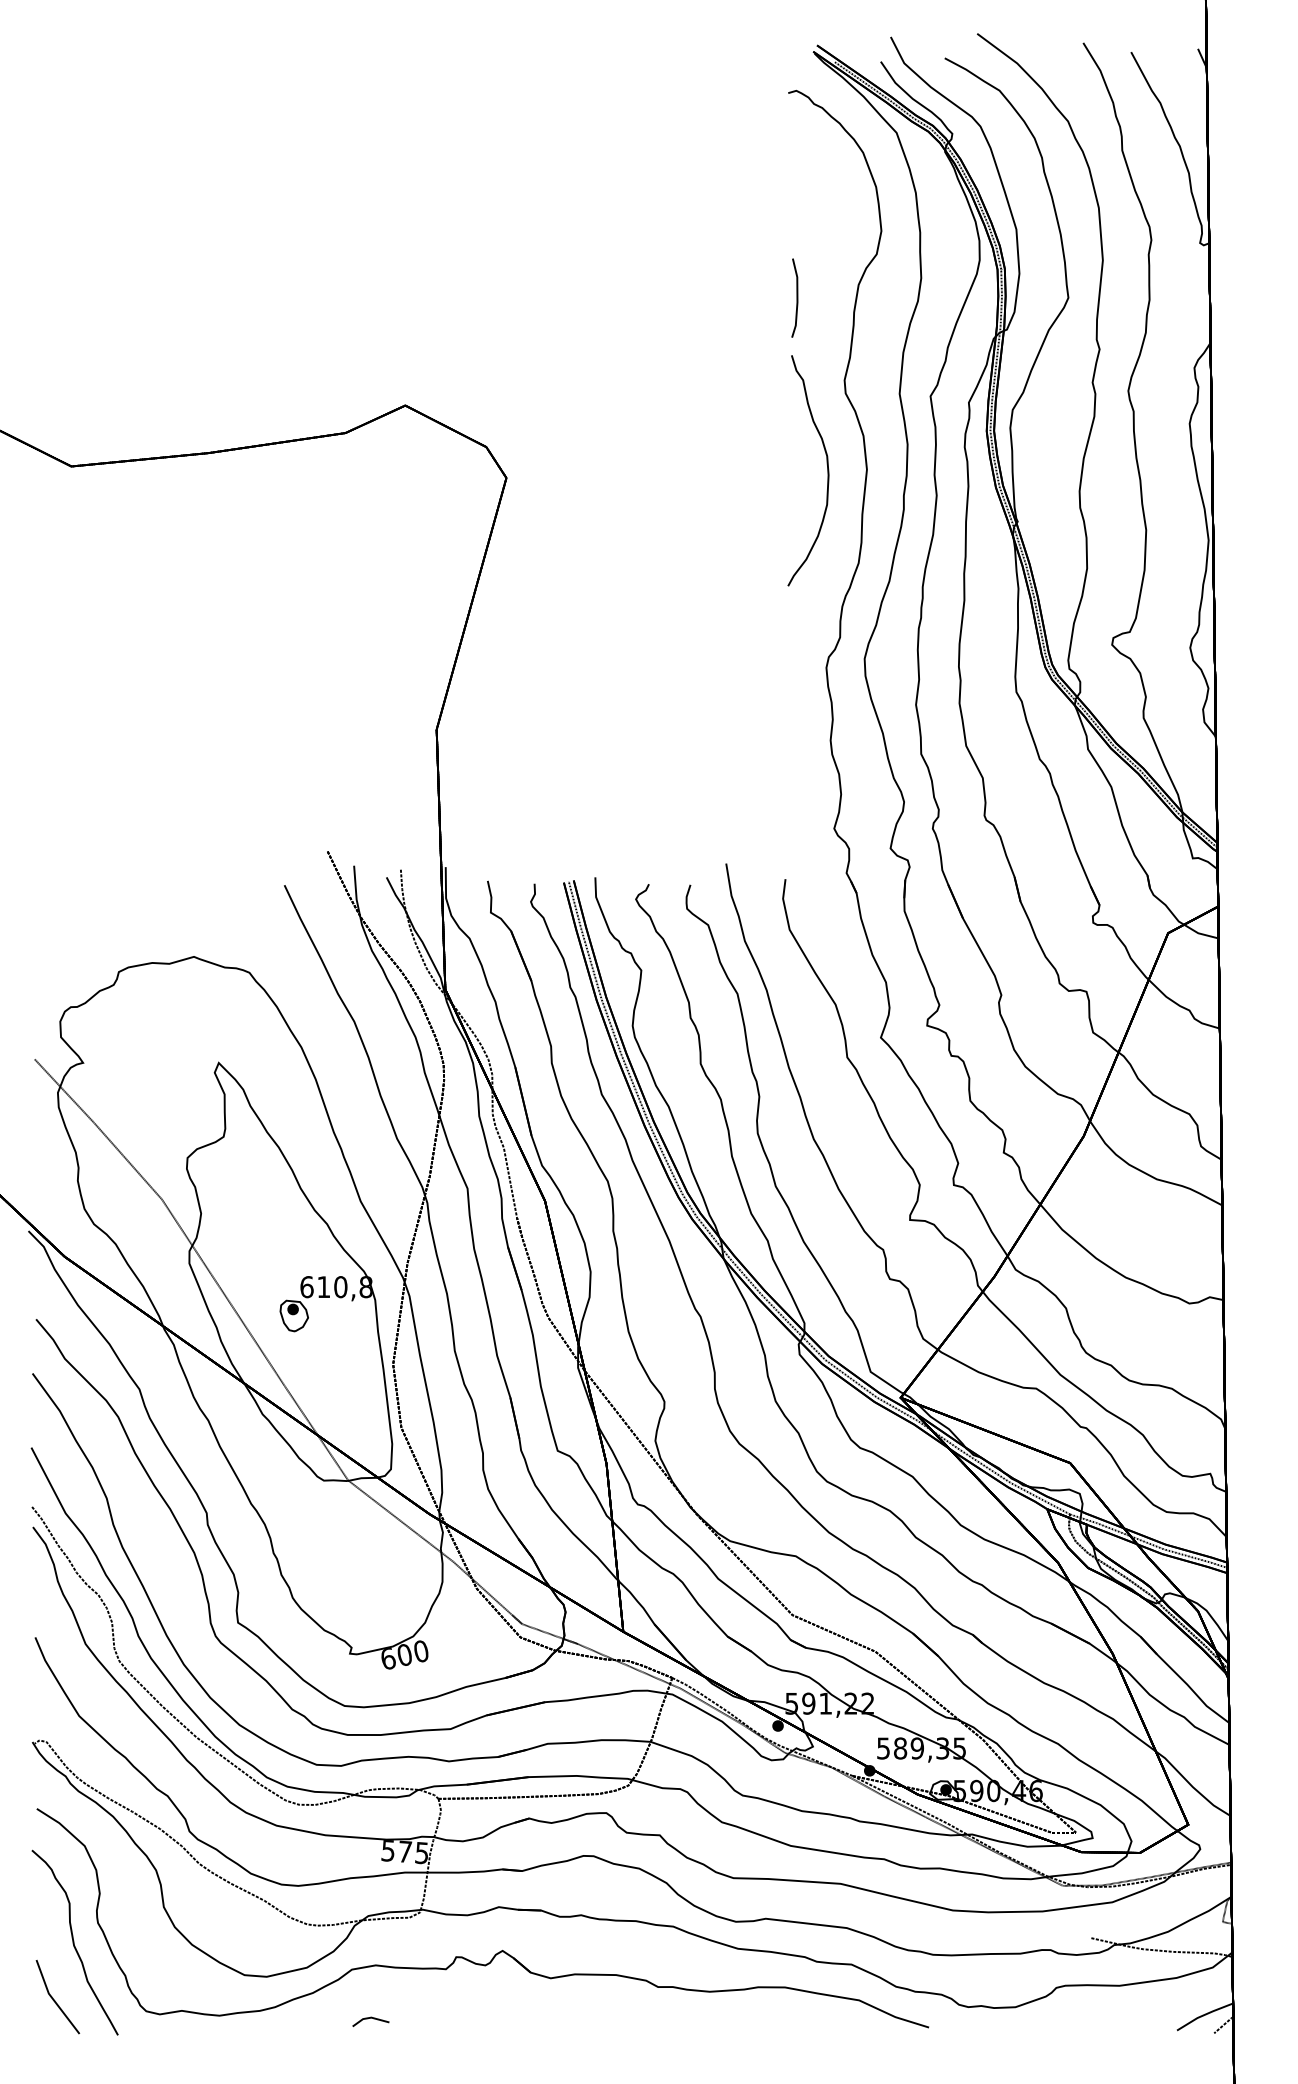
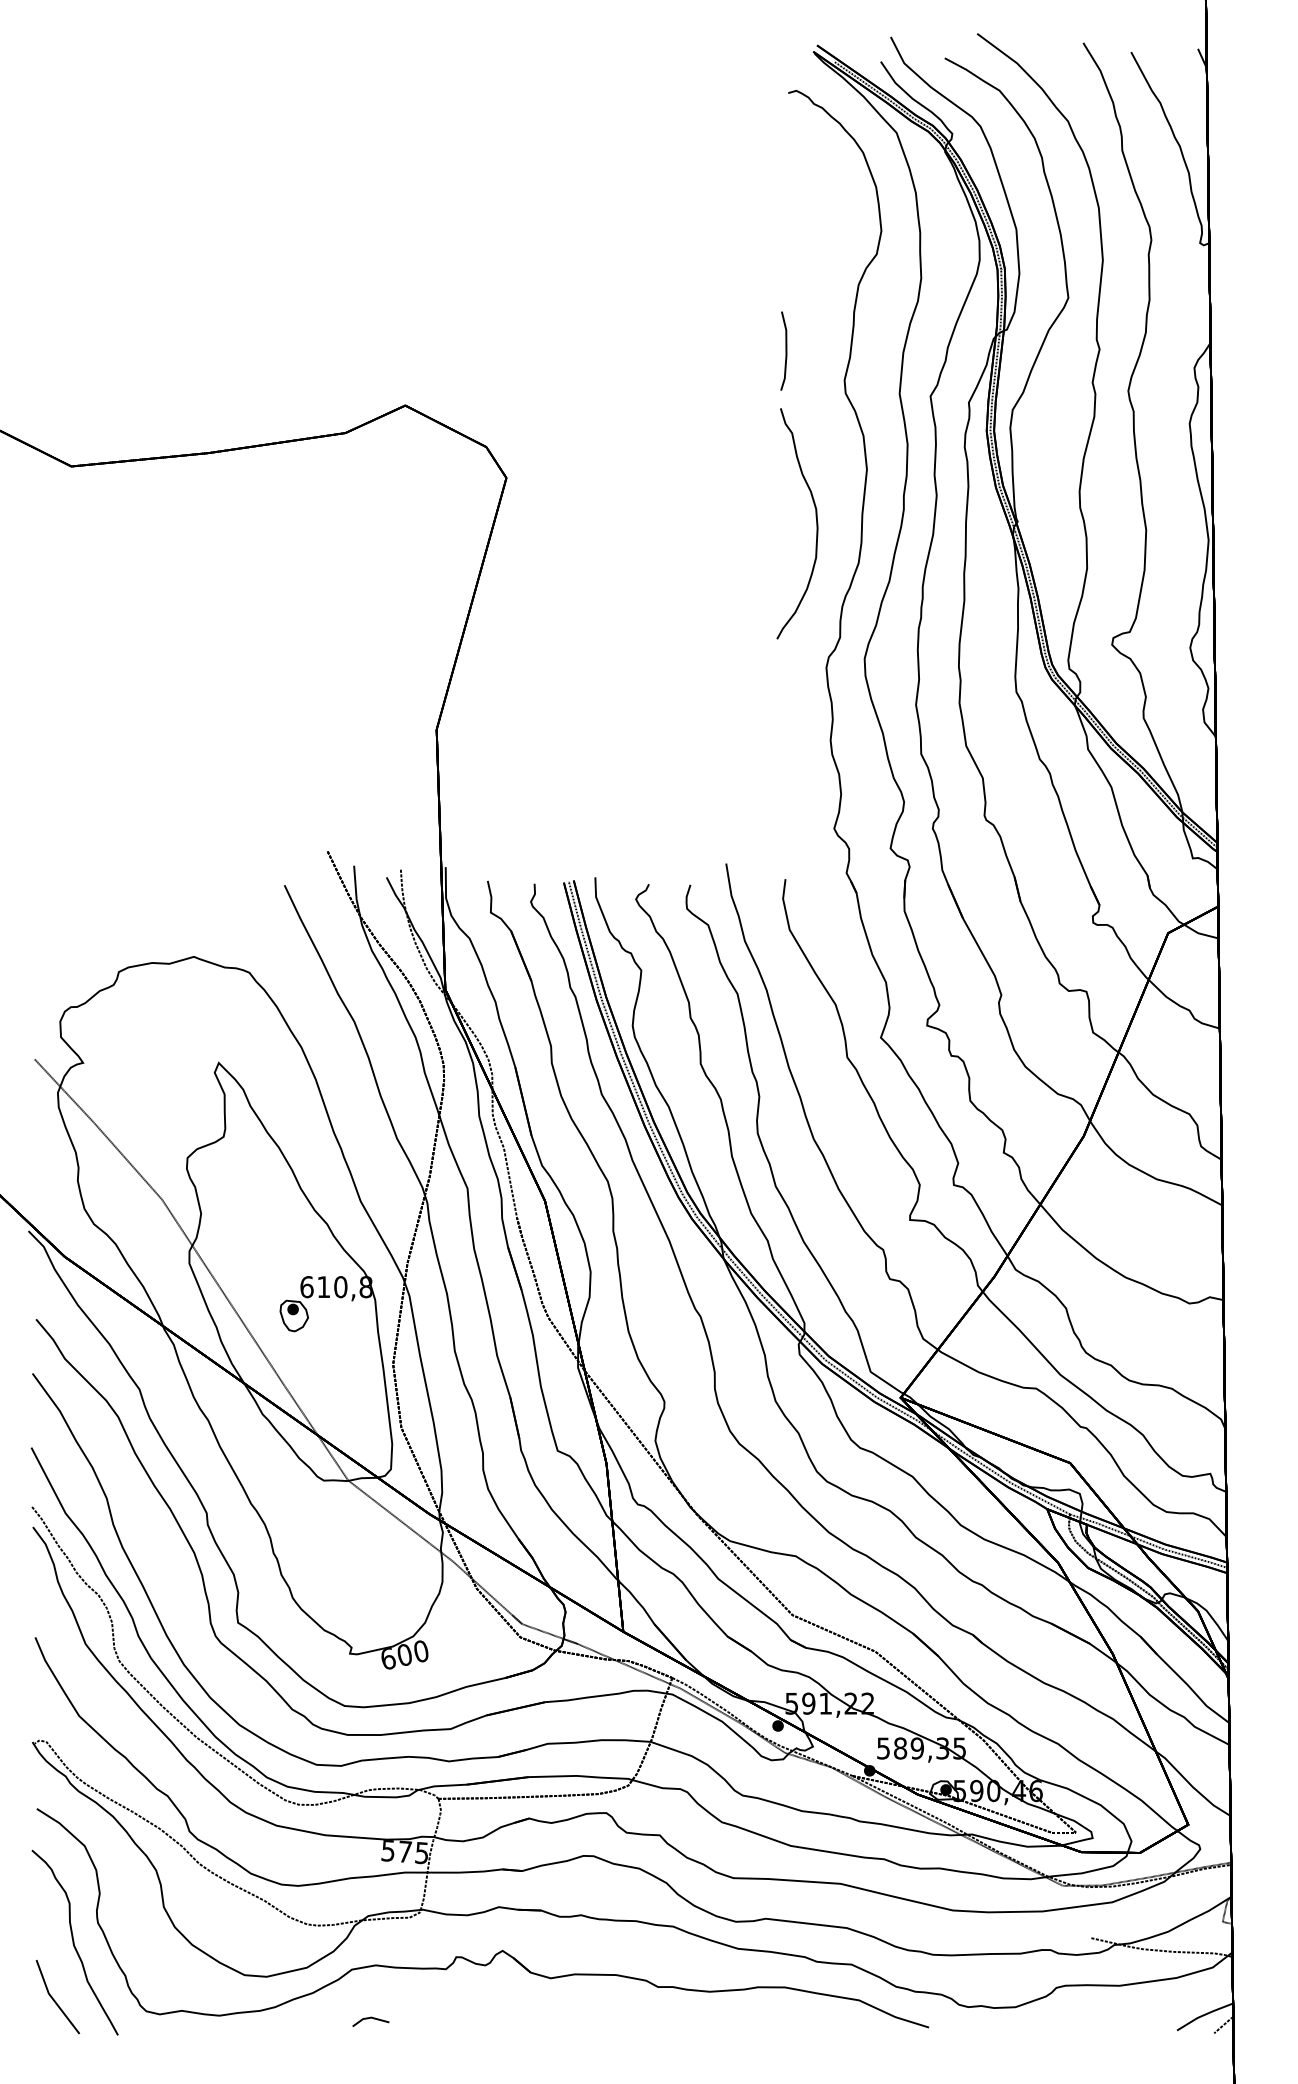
part at (808, 422) position: (808, 422) -> (797, 475)
